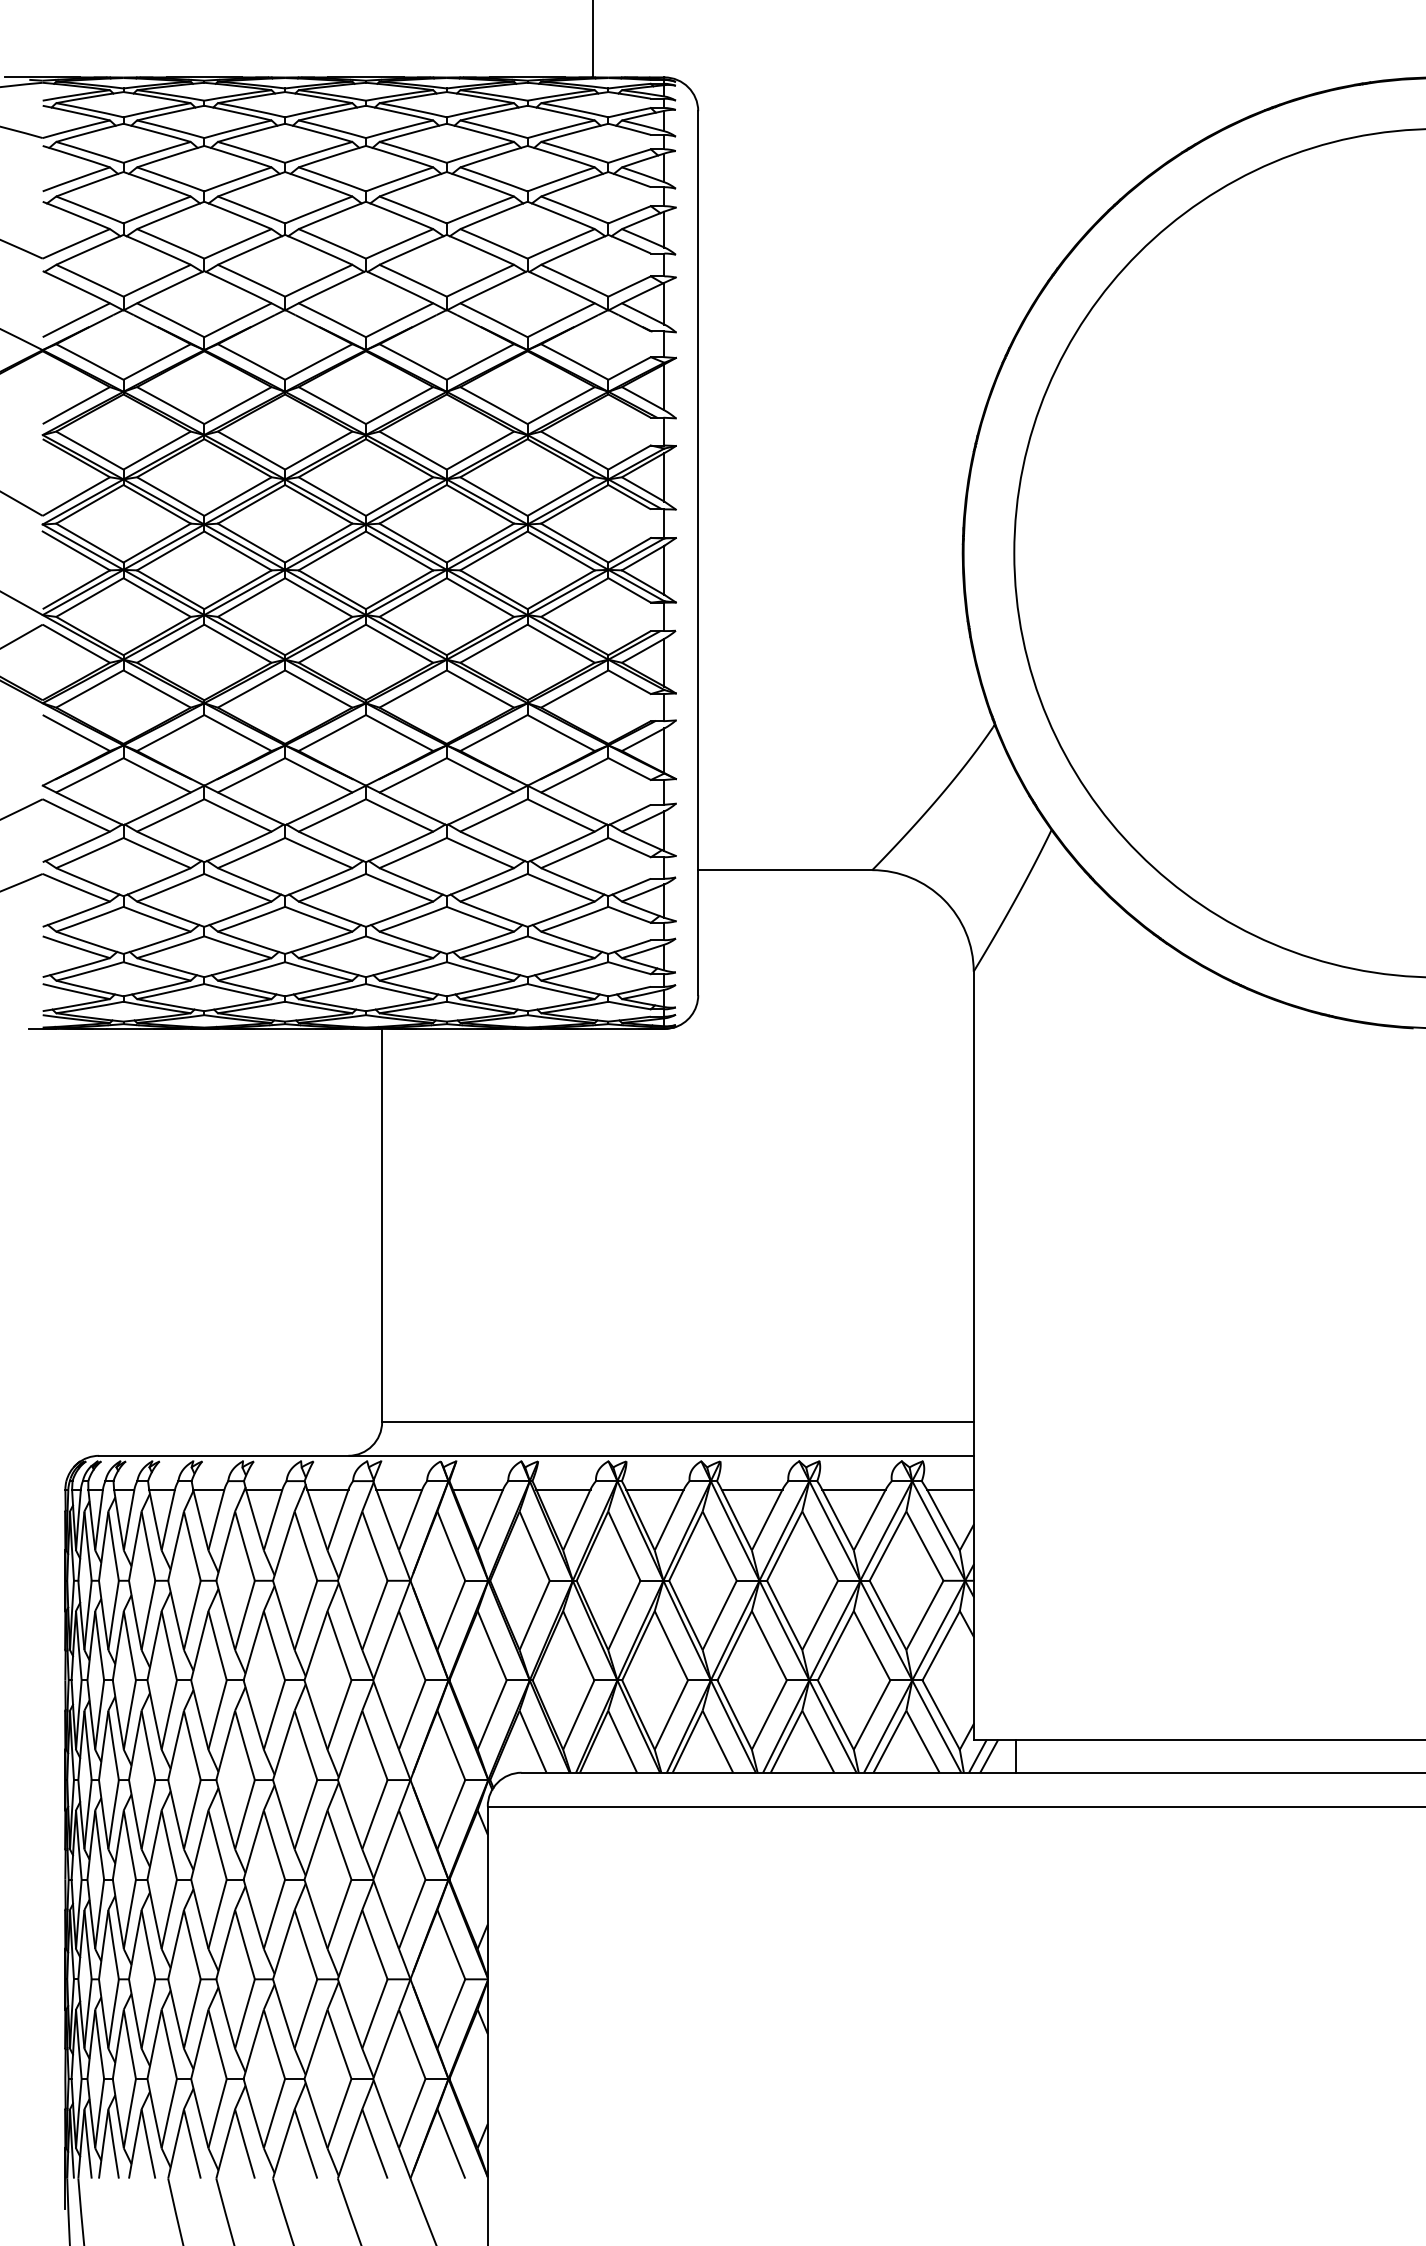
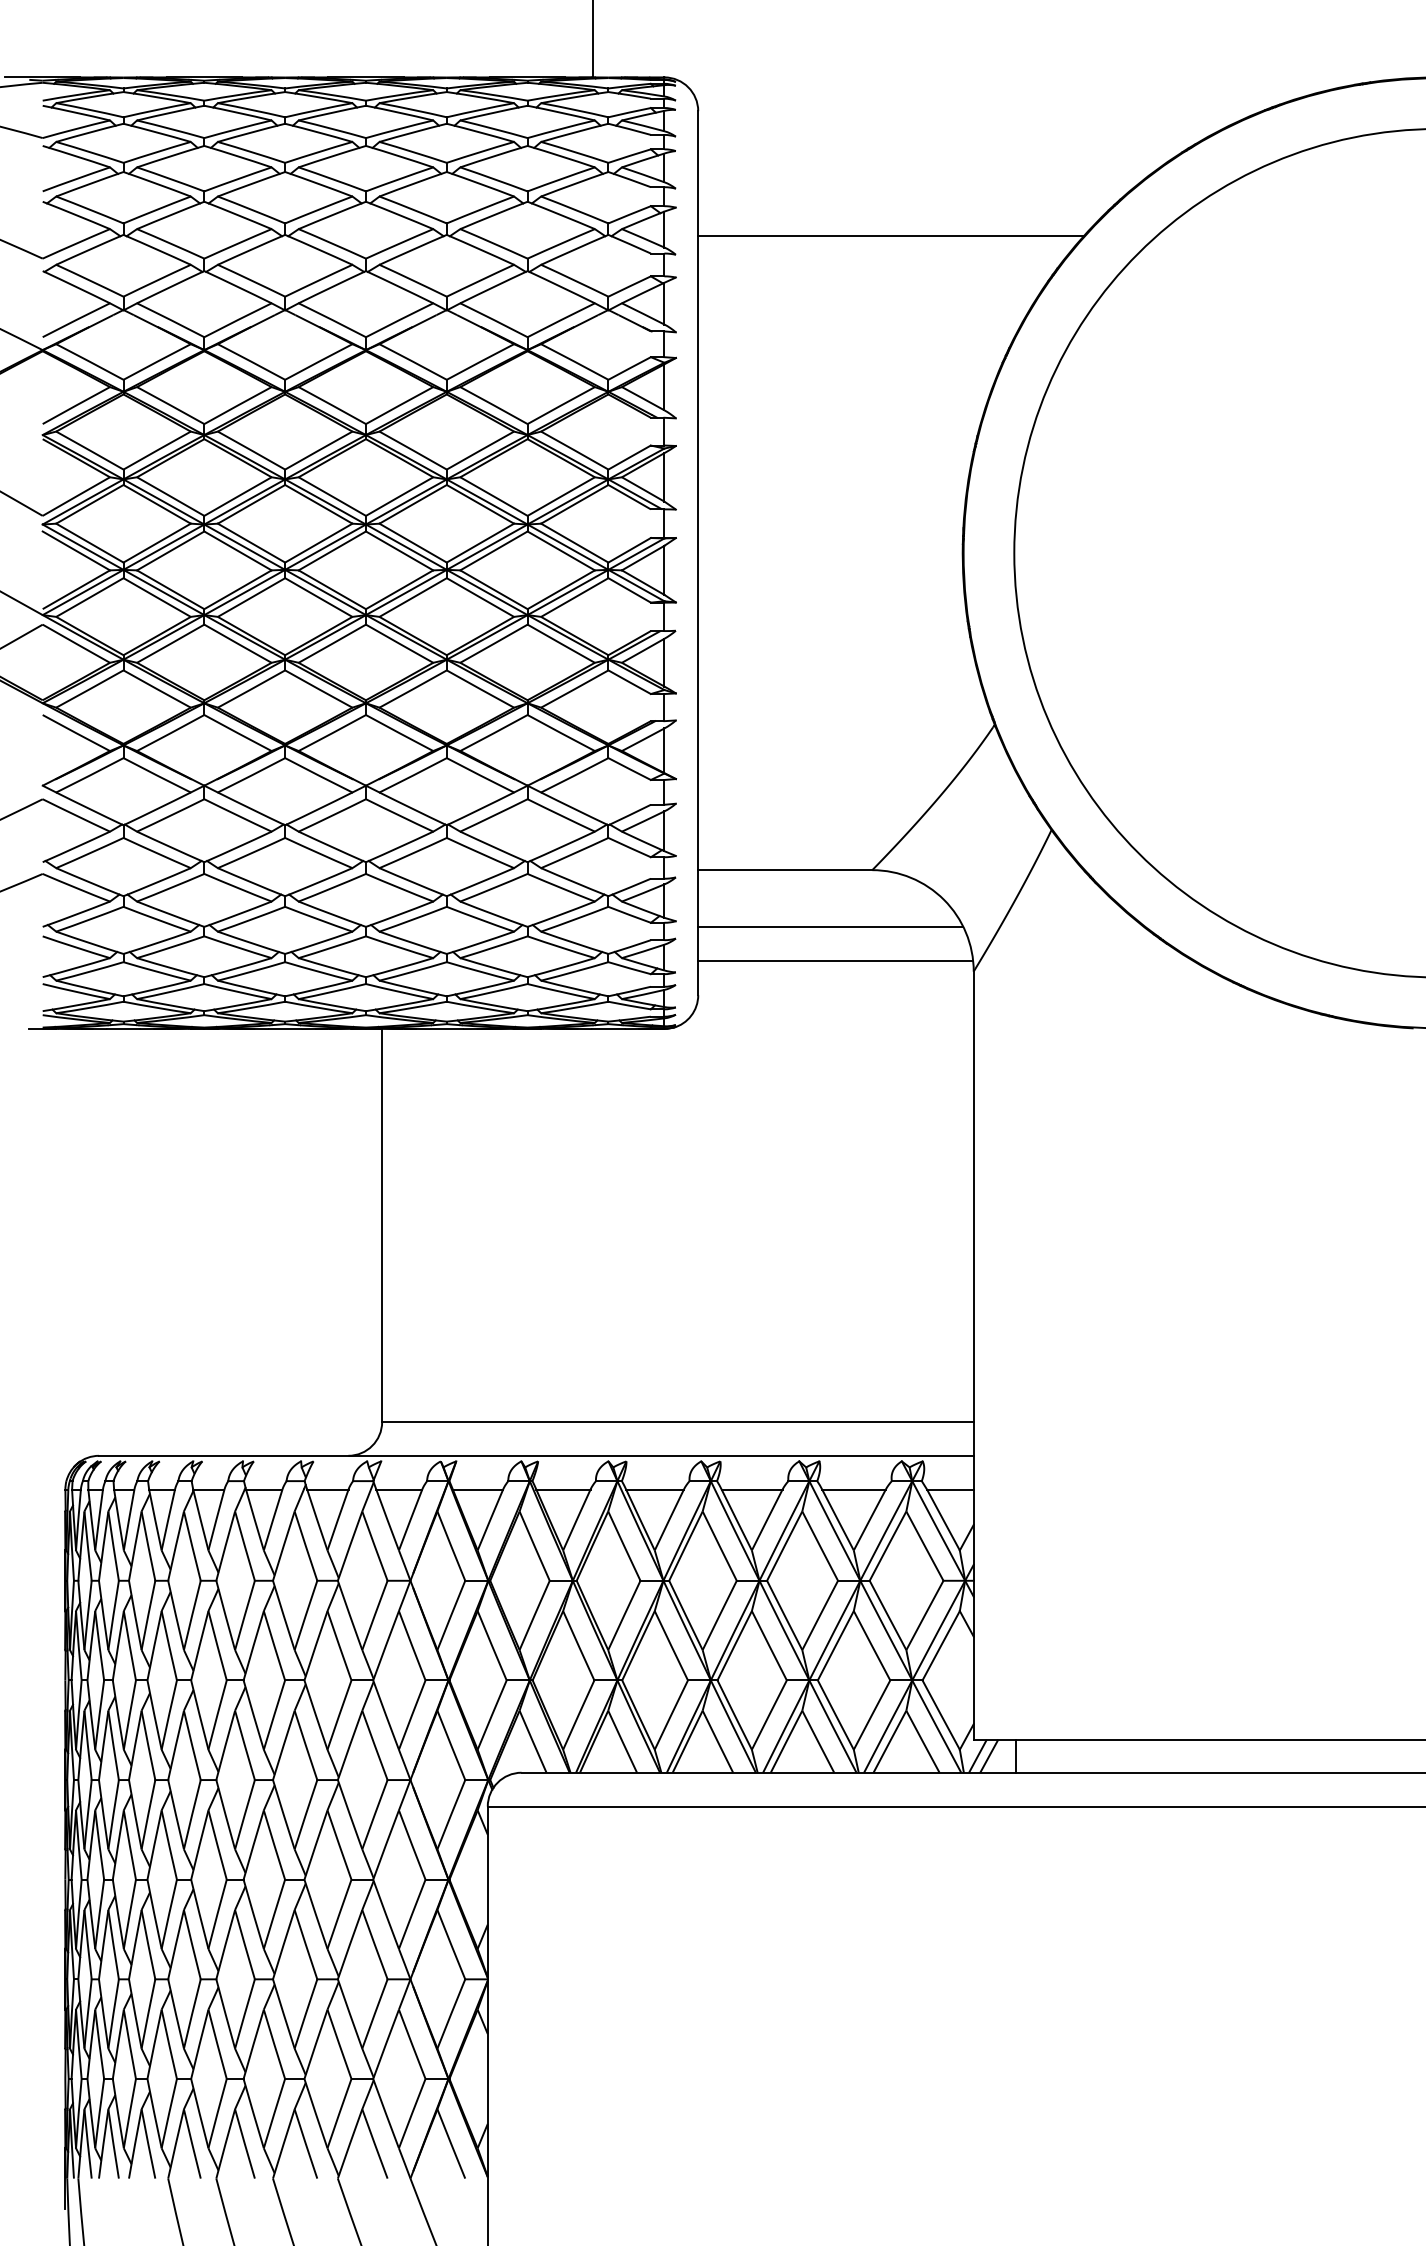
line at (890, 236): none -> present
line at (830, 926): none -> present
line at (835, 960): none -> present
